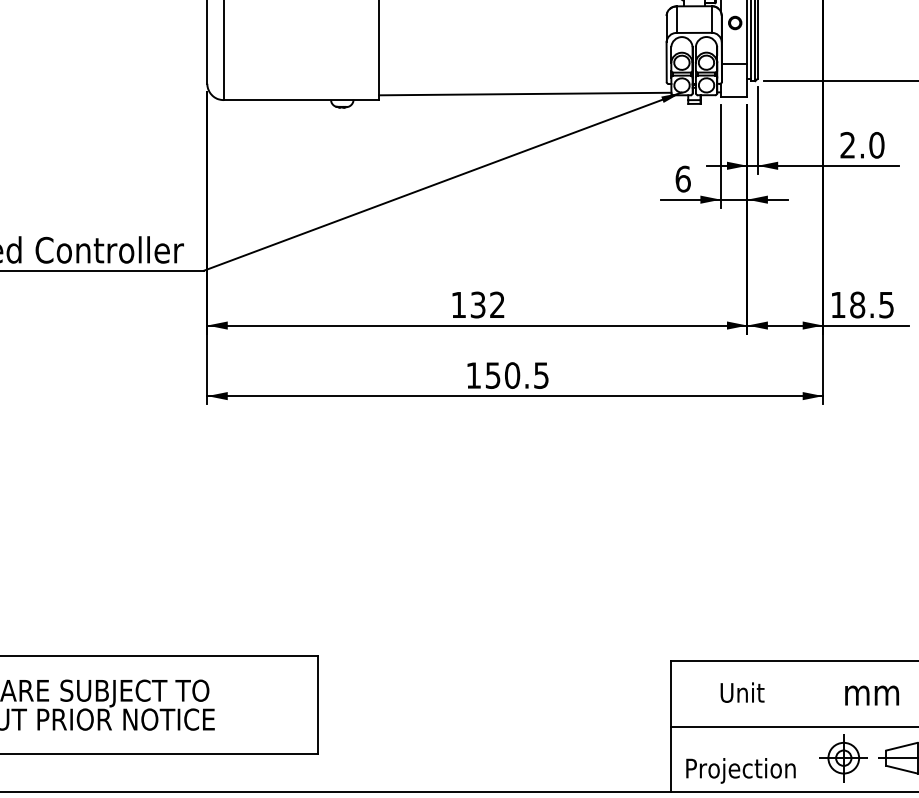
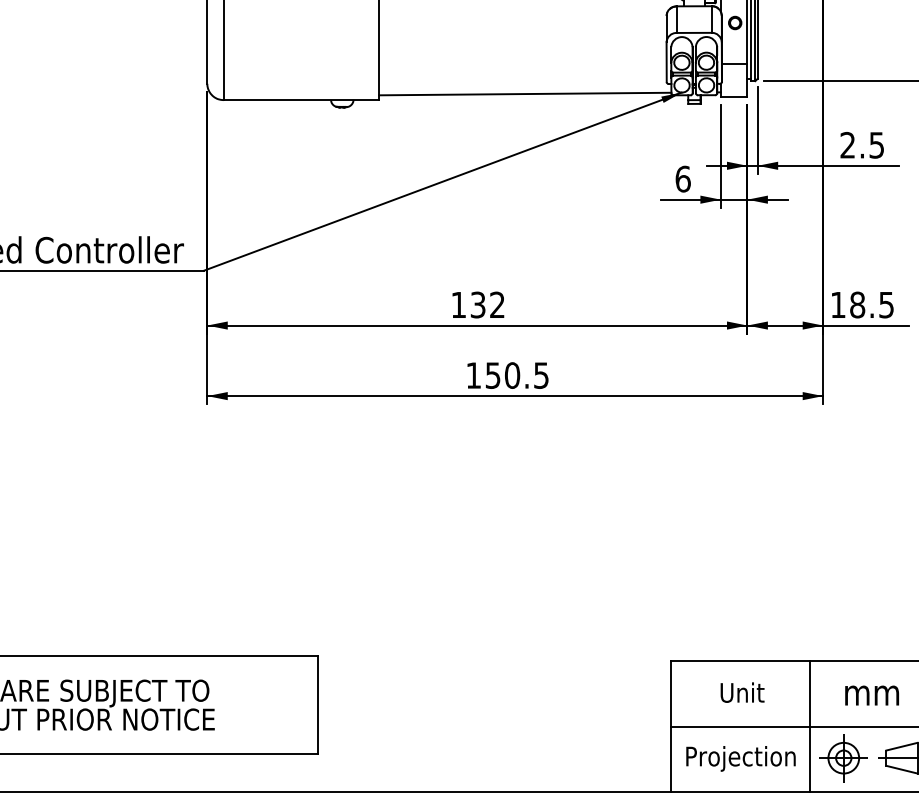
text at (876, 145): 2.0 -> 2.5
line at (810, 726): none -> present
text at (740, 770) position: (740, 770) -> (740, 758)
